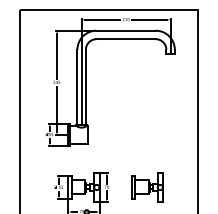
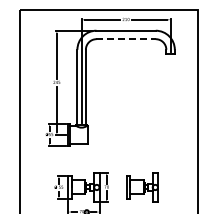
line at (126, 39): solid -> dashed
part at (147, 187) position: (147, 187) -> (142, 187)
